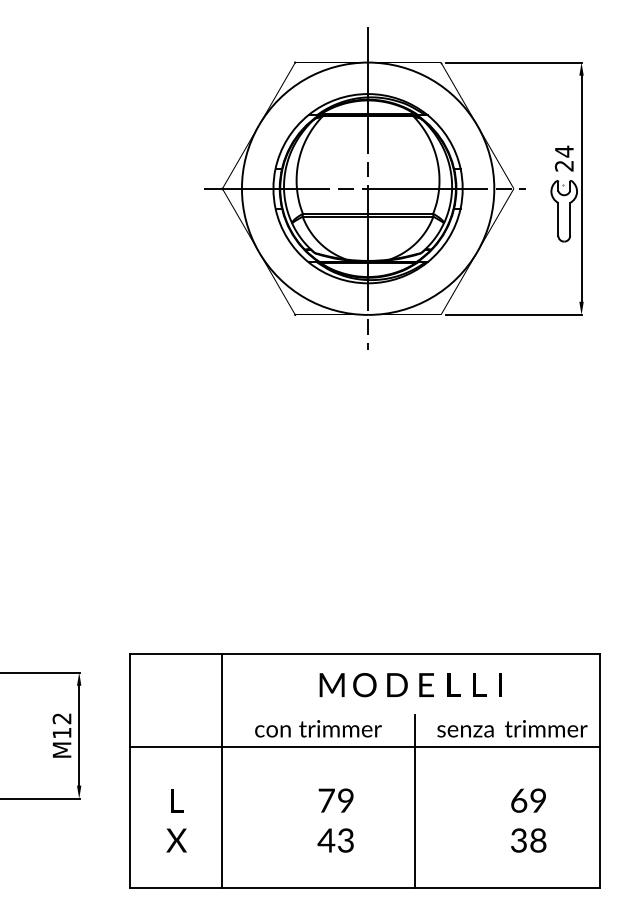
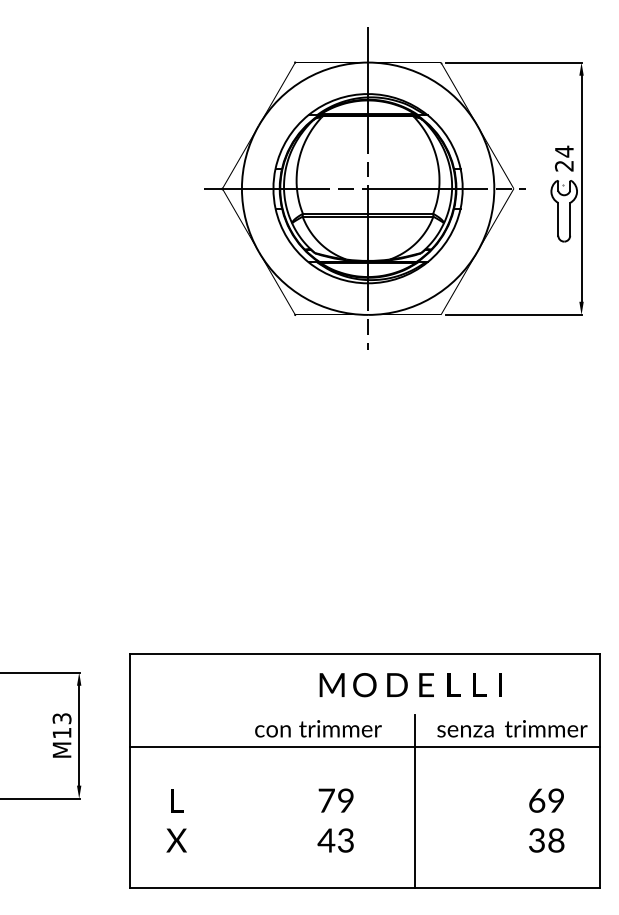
text at (61, 718): M12 -> M13
line at (222, 770): present -> none
text at (528, 820) position: (528, 820) -> (546, 820)
